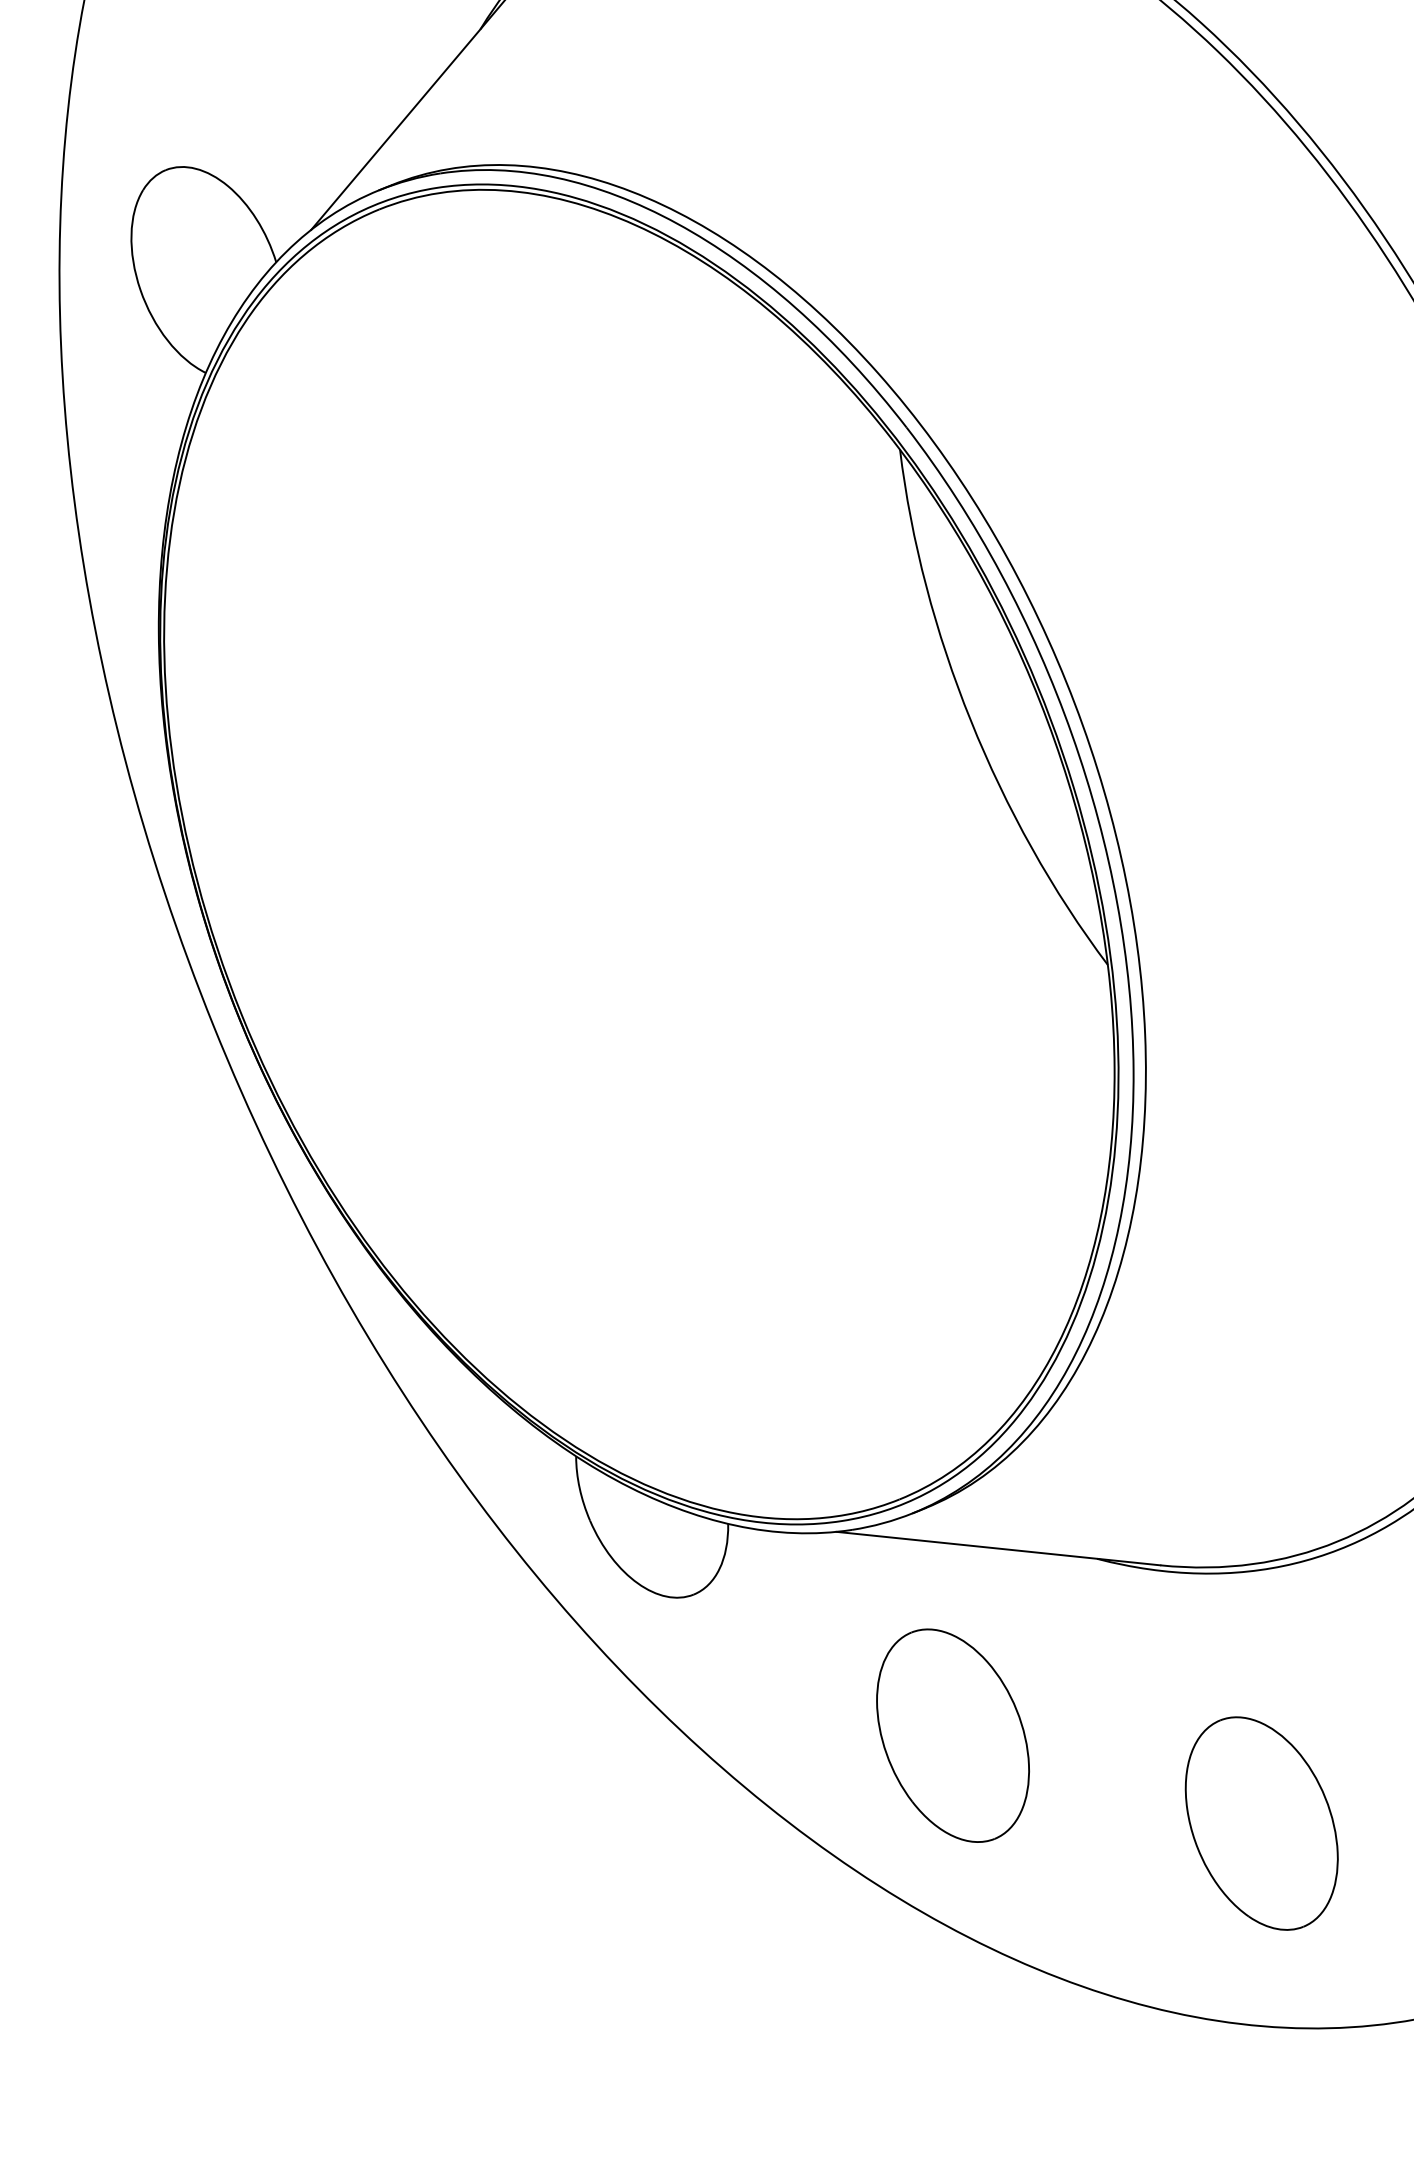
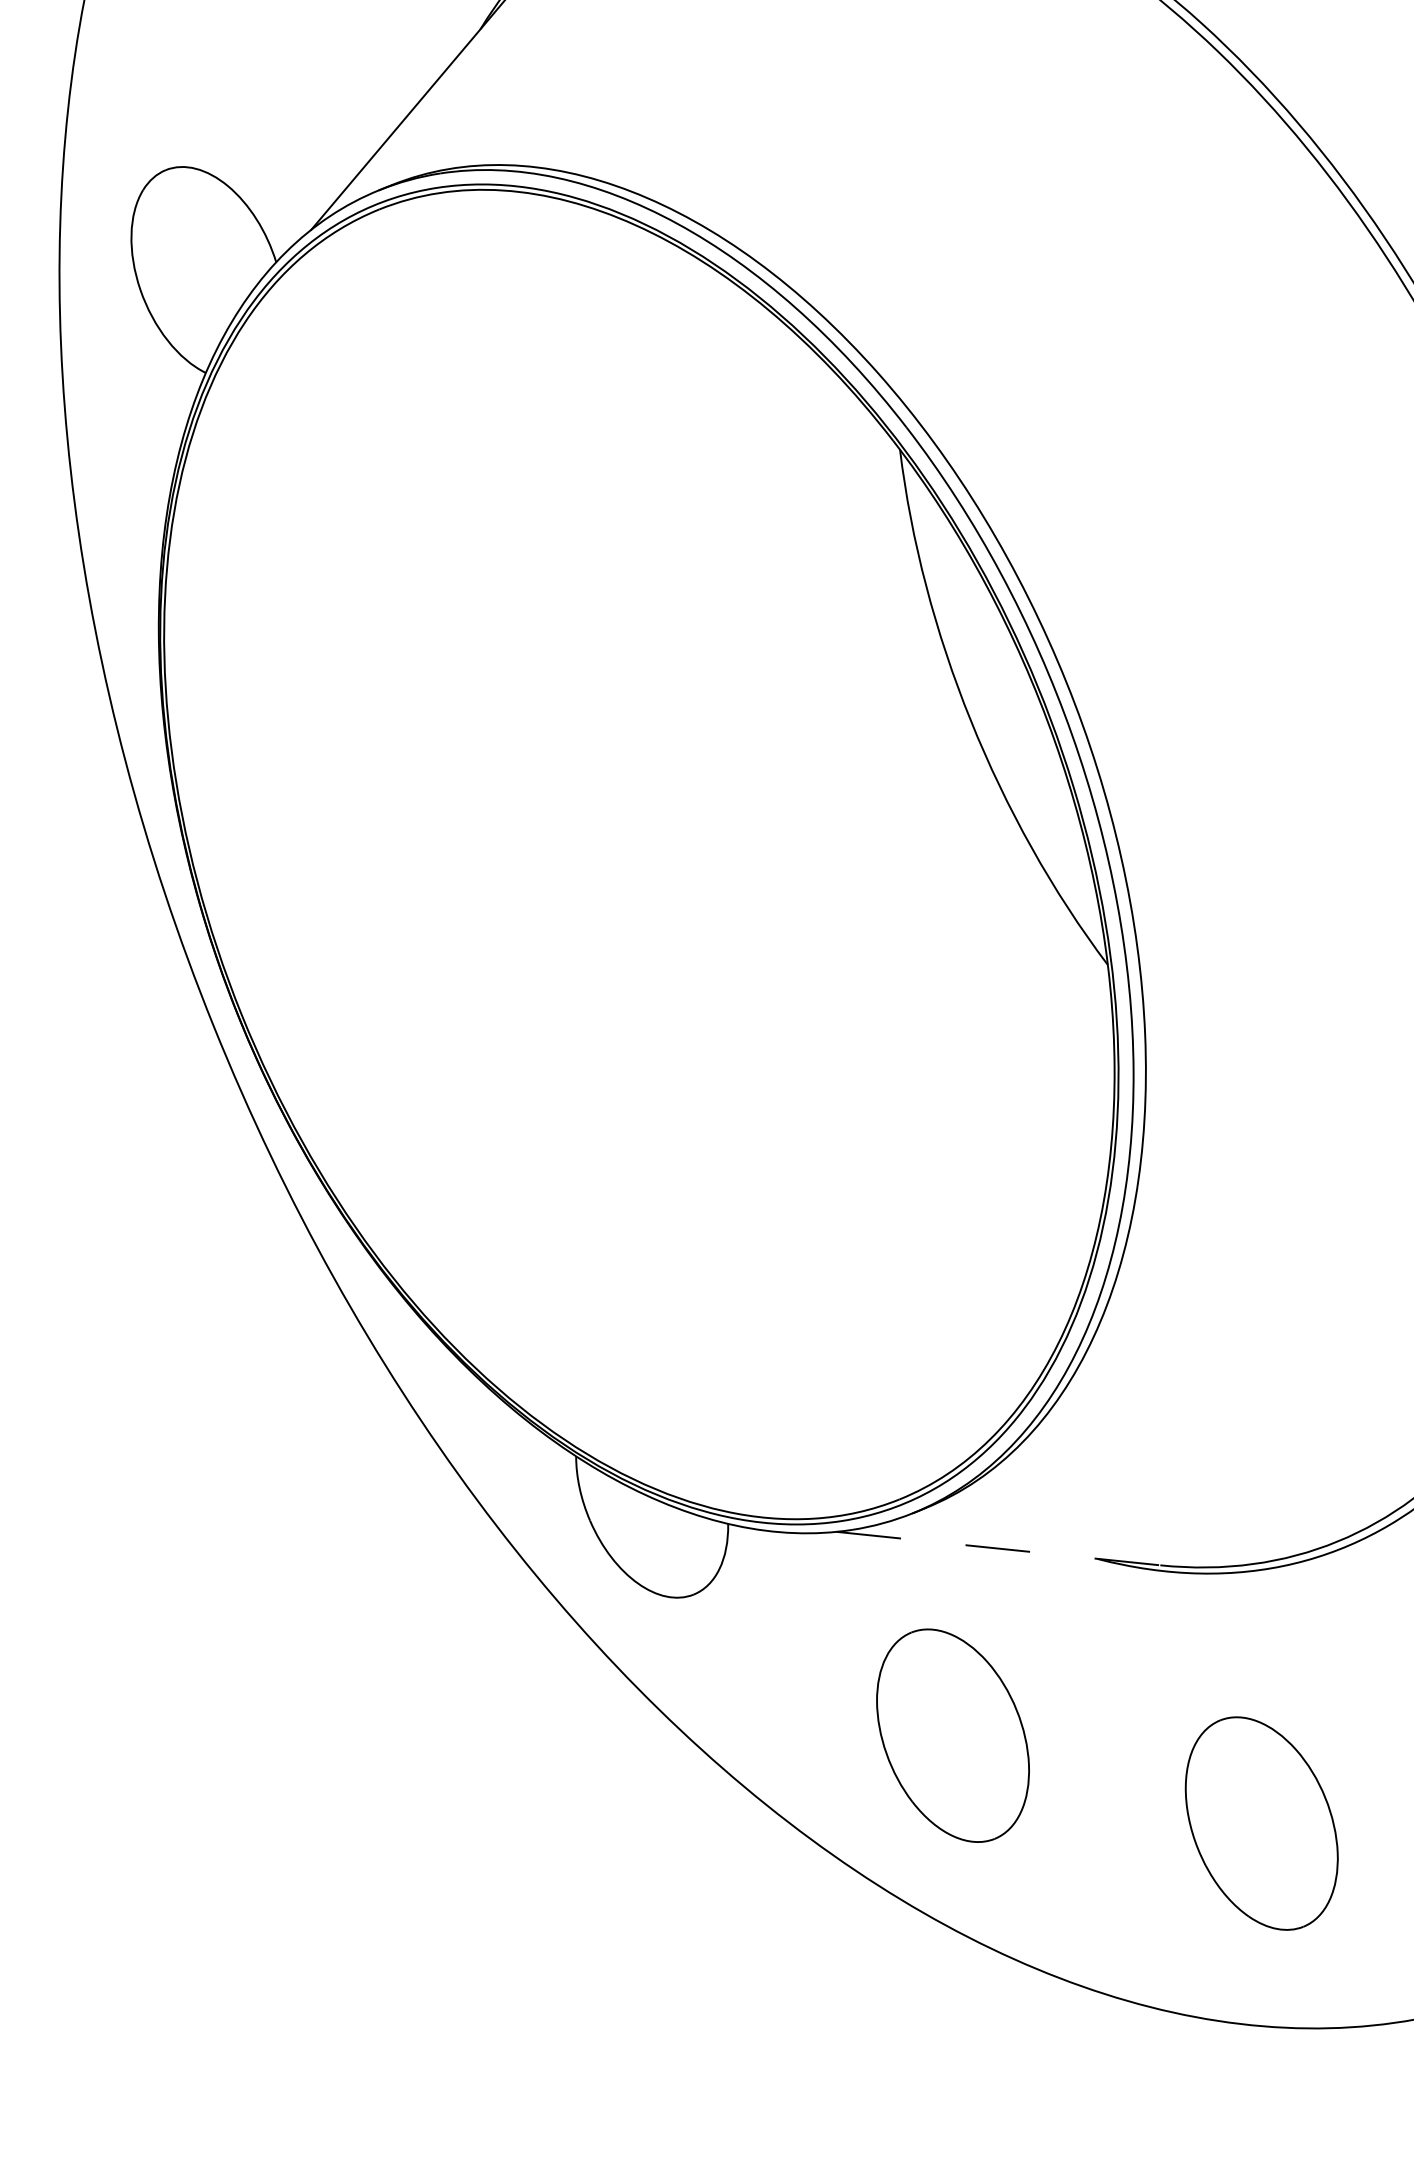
line at (998, 1548): solid -> dashed
